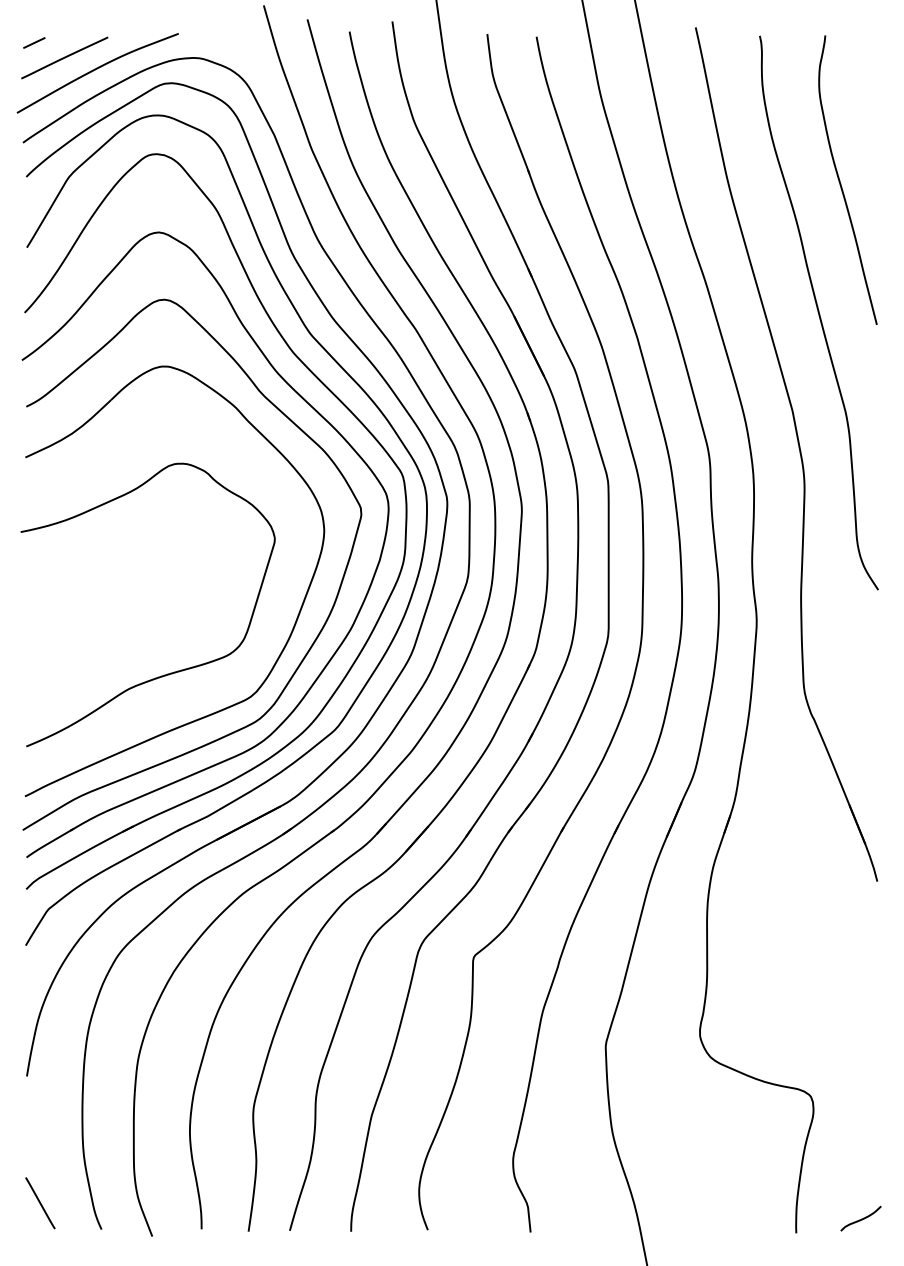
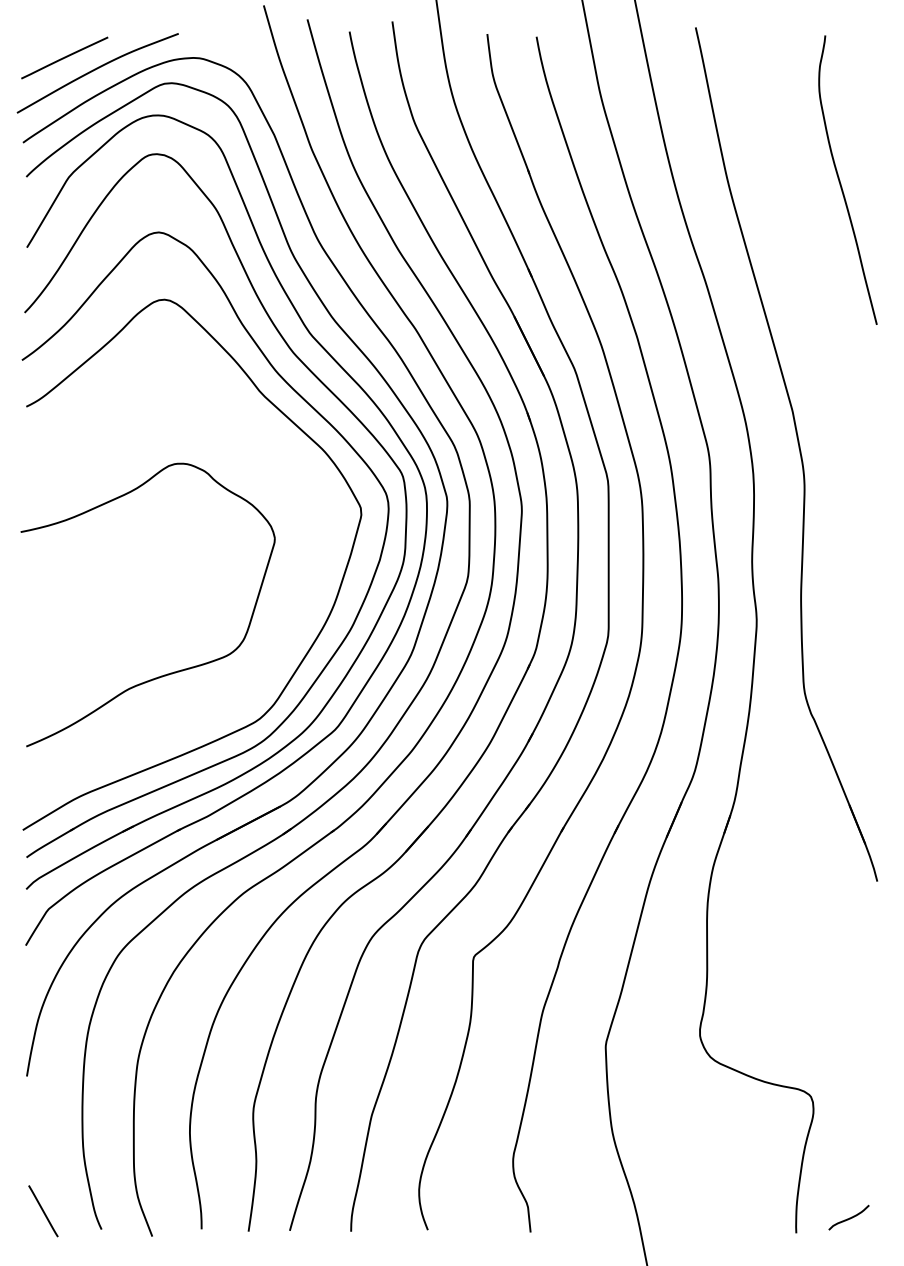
line at (34, 42): present -> none
curve at (818, 312): present -> none
part at (290, 632): present -> none
line at (40, 1203) position: (40, 1203) -> (43, 1211)
curve at (861, 1218) position: (861, 1218) -> (849, 1217)
